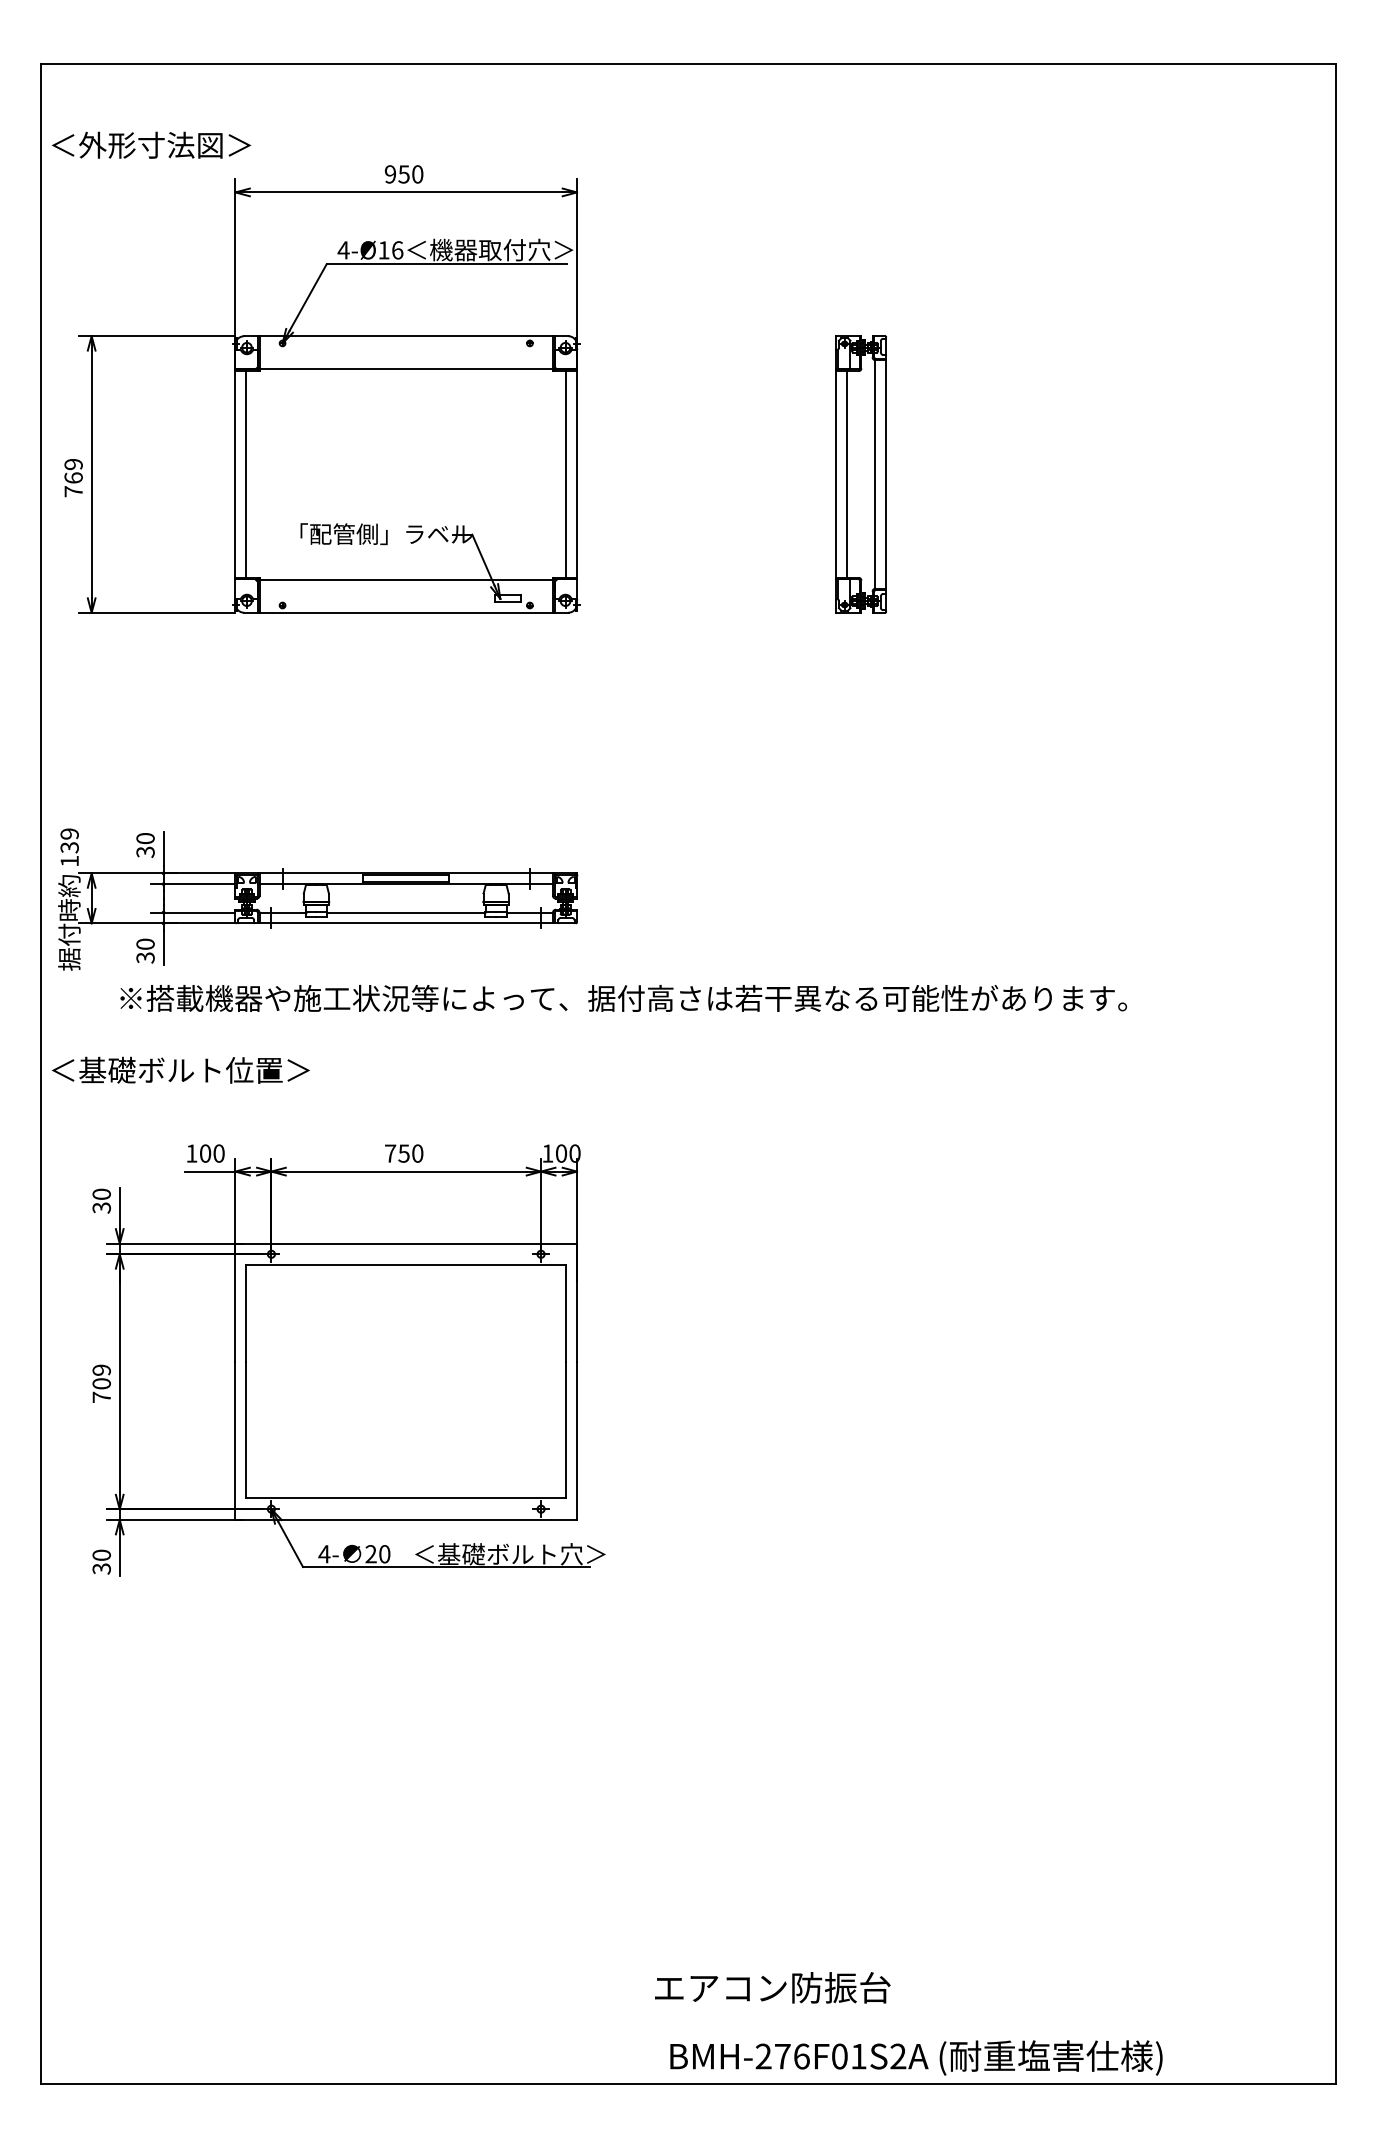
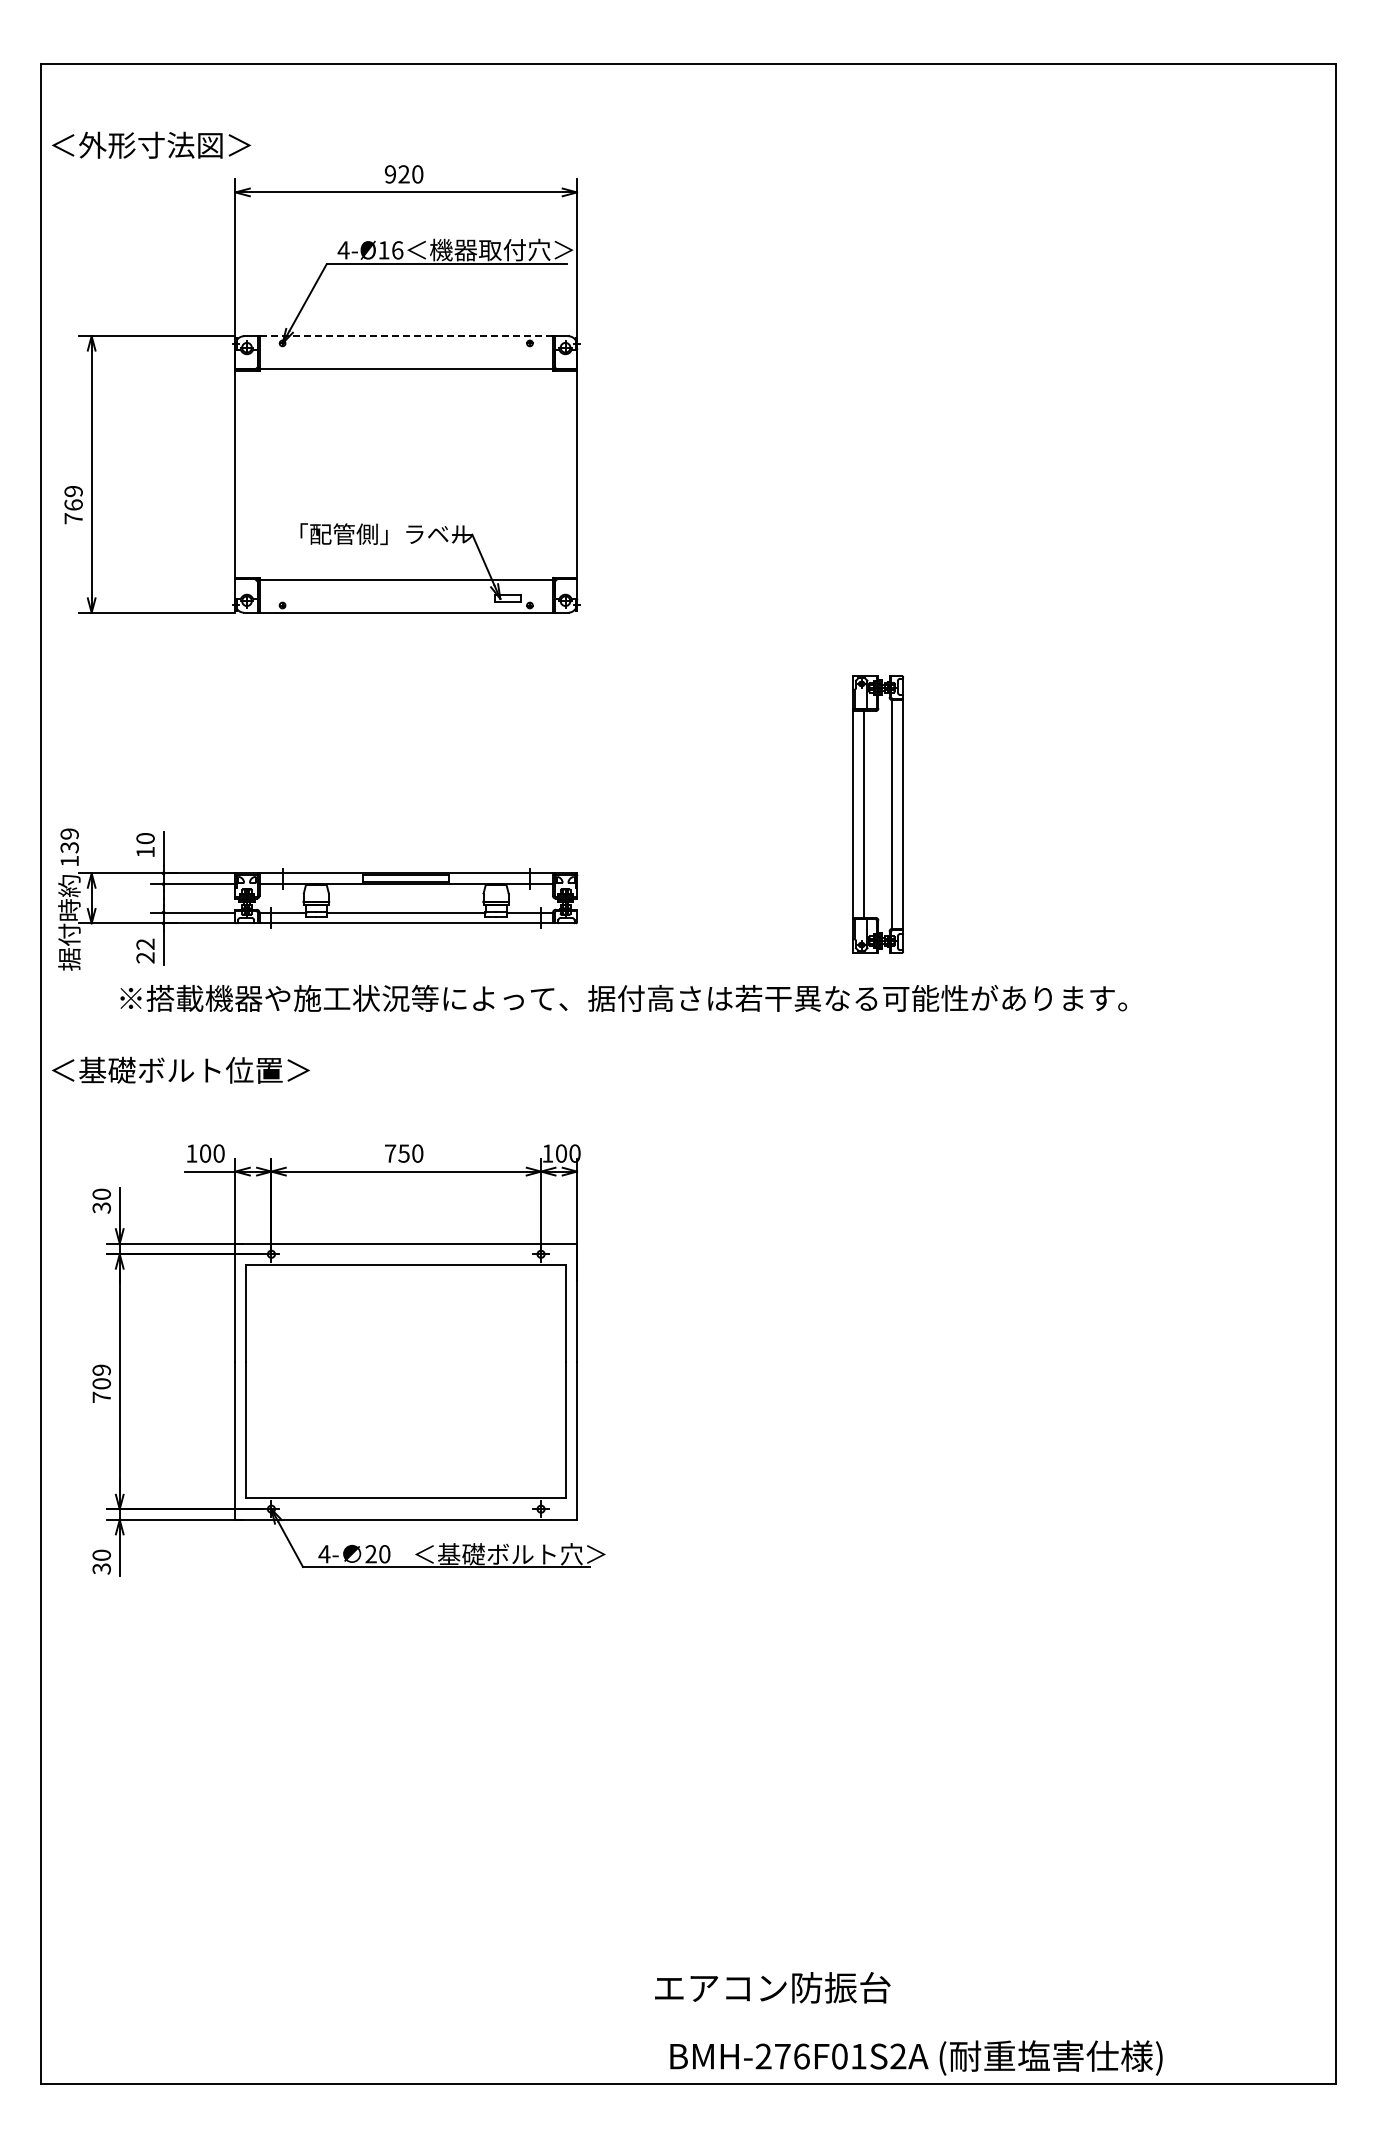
text at (403, 174): 950 -> 920
line at (406, 336): solid -> dashed
line at (246, 474): present -> none
line at (566, 474): present -> none
part at (860, 474) position: (860, 474) -> (877, 814)
text at (73, 478) position: (73, 478) -> (73, 505)
text at (145, 851): 30 -> 10
text at (145, 950): 30 -> 22
